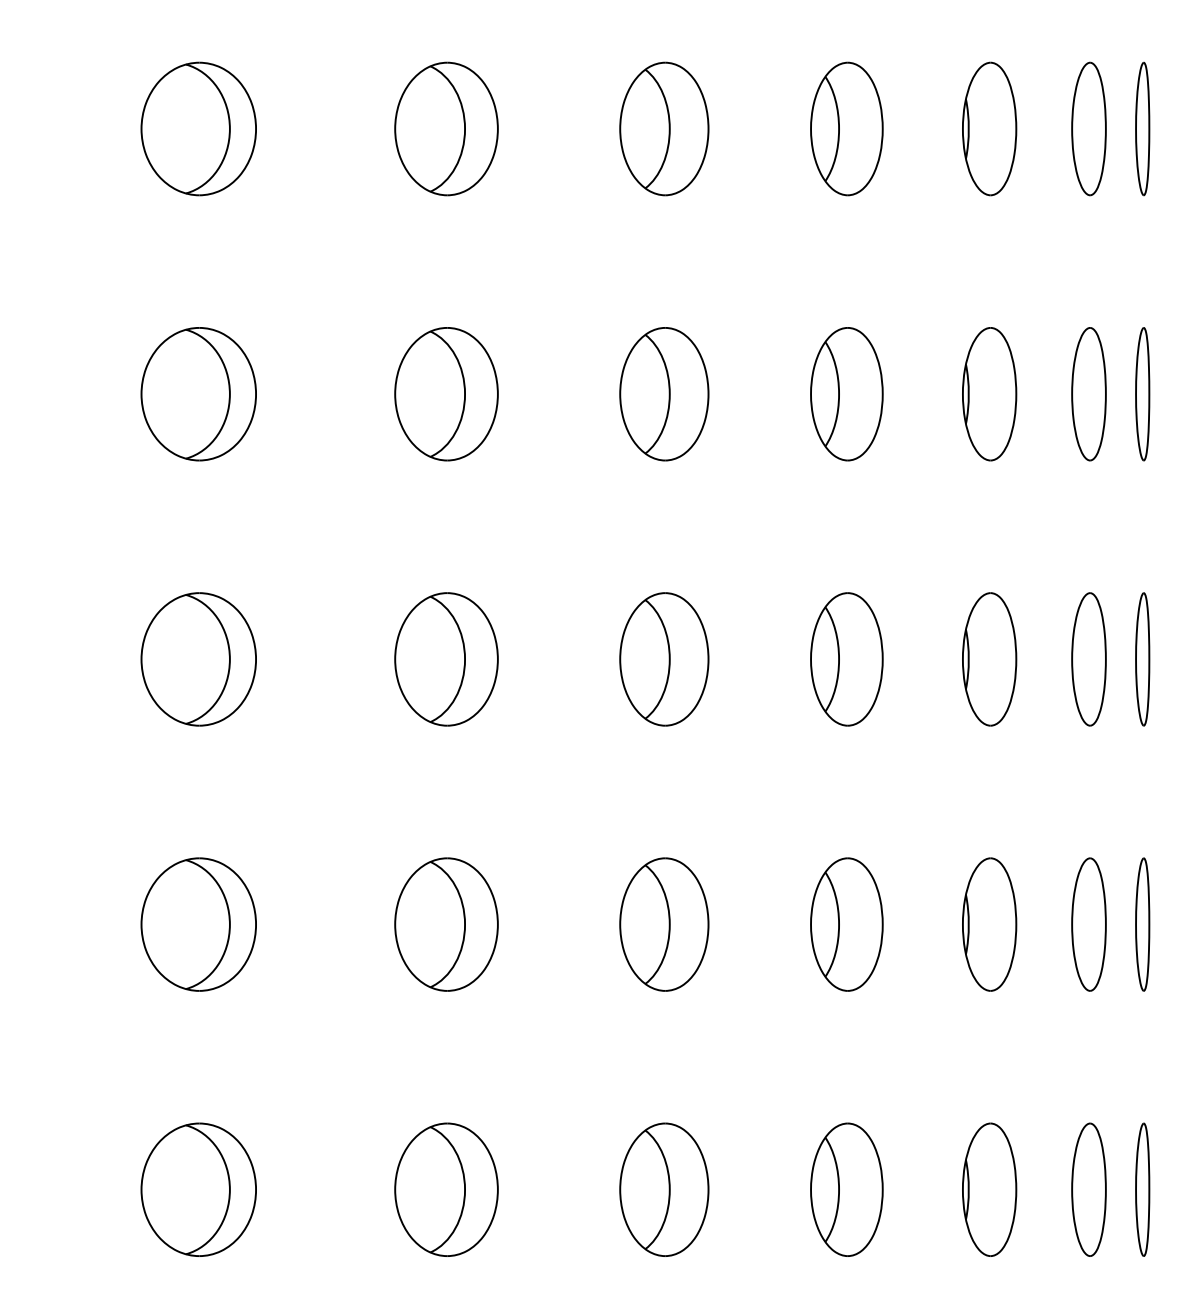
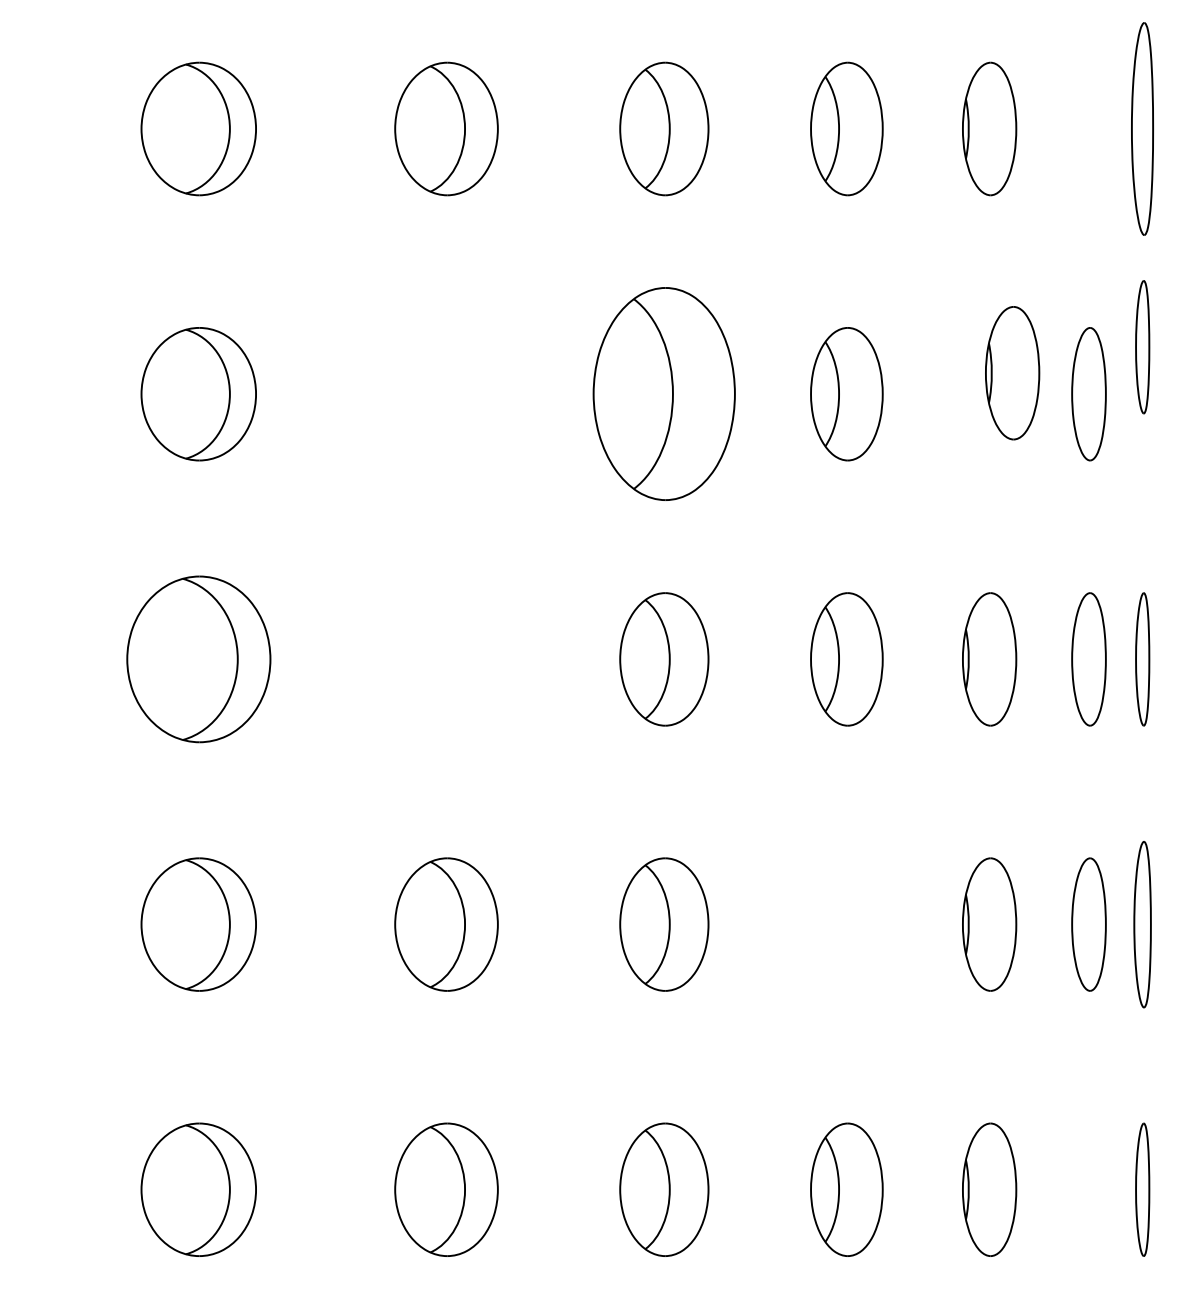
part at (1088, 128): present -> none
part at (1142, 128) size: 16x136 px -> 23x214 px
part at (446, 394): present -> none
part at (664, 394) size: 91x135 px -> 144x214 px
part at (989, 394) position: (989, 394) -> (1012, 373)
part at (1142, 394) position: (1142, 394) -> (1142, 347)
part at (198, 659) size: 117x135 px -> 146x169 px
part at (446, 659): present -> none
part at (846, 924): present -> none
part at (1142, 924) size: 16x135 px -> 19x168 px
part at (1088, 1189): present -> none
